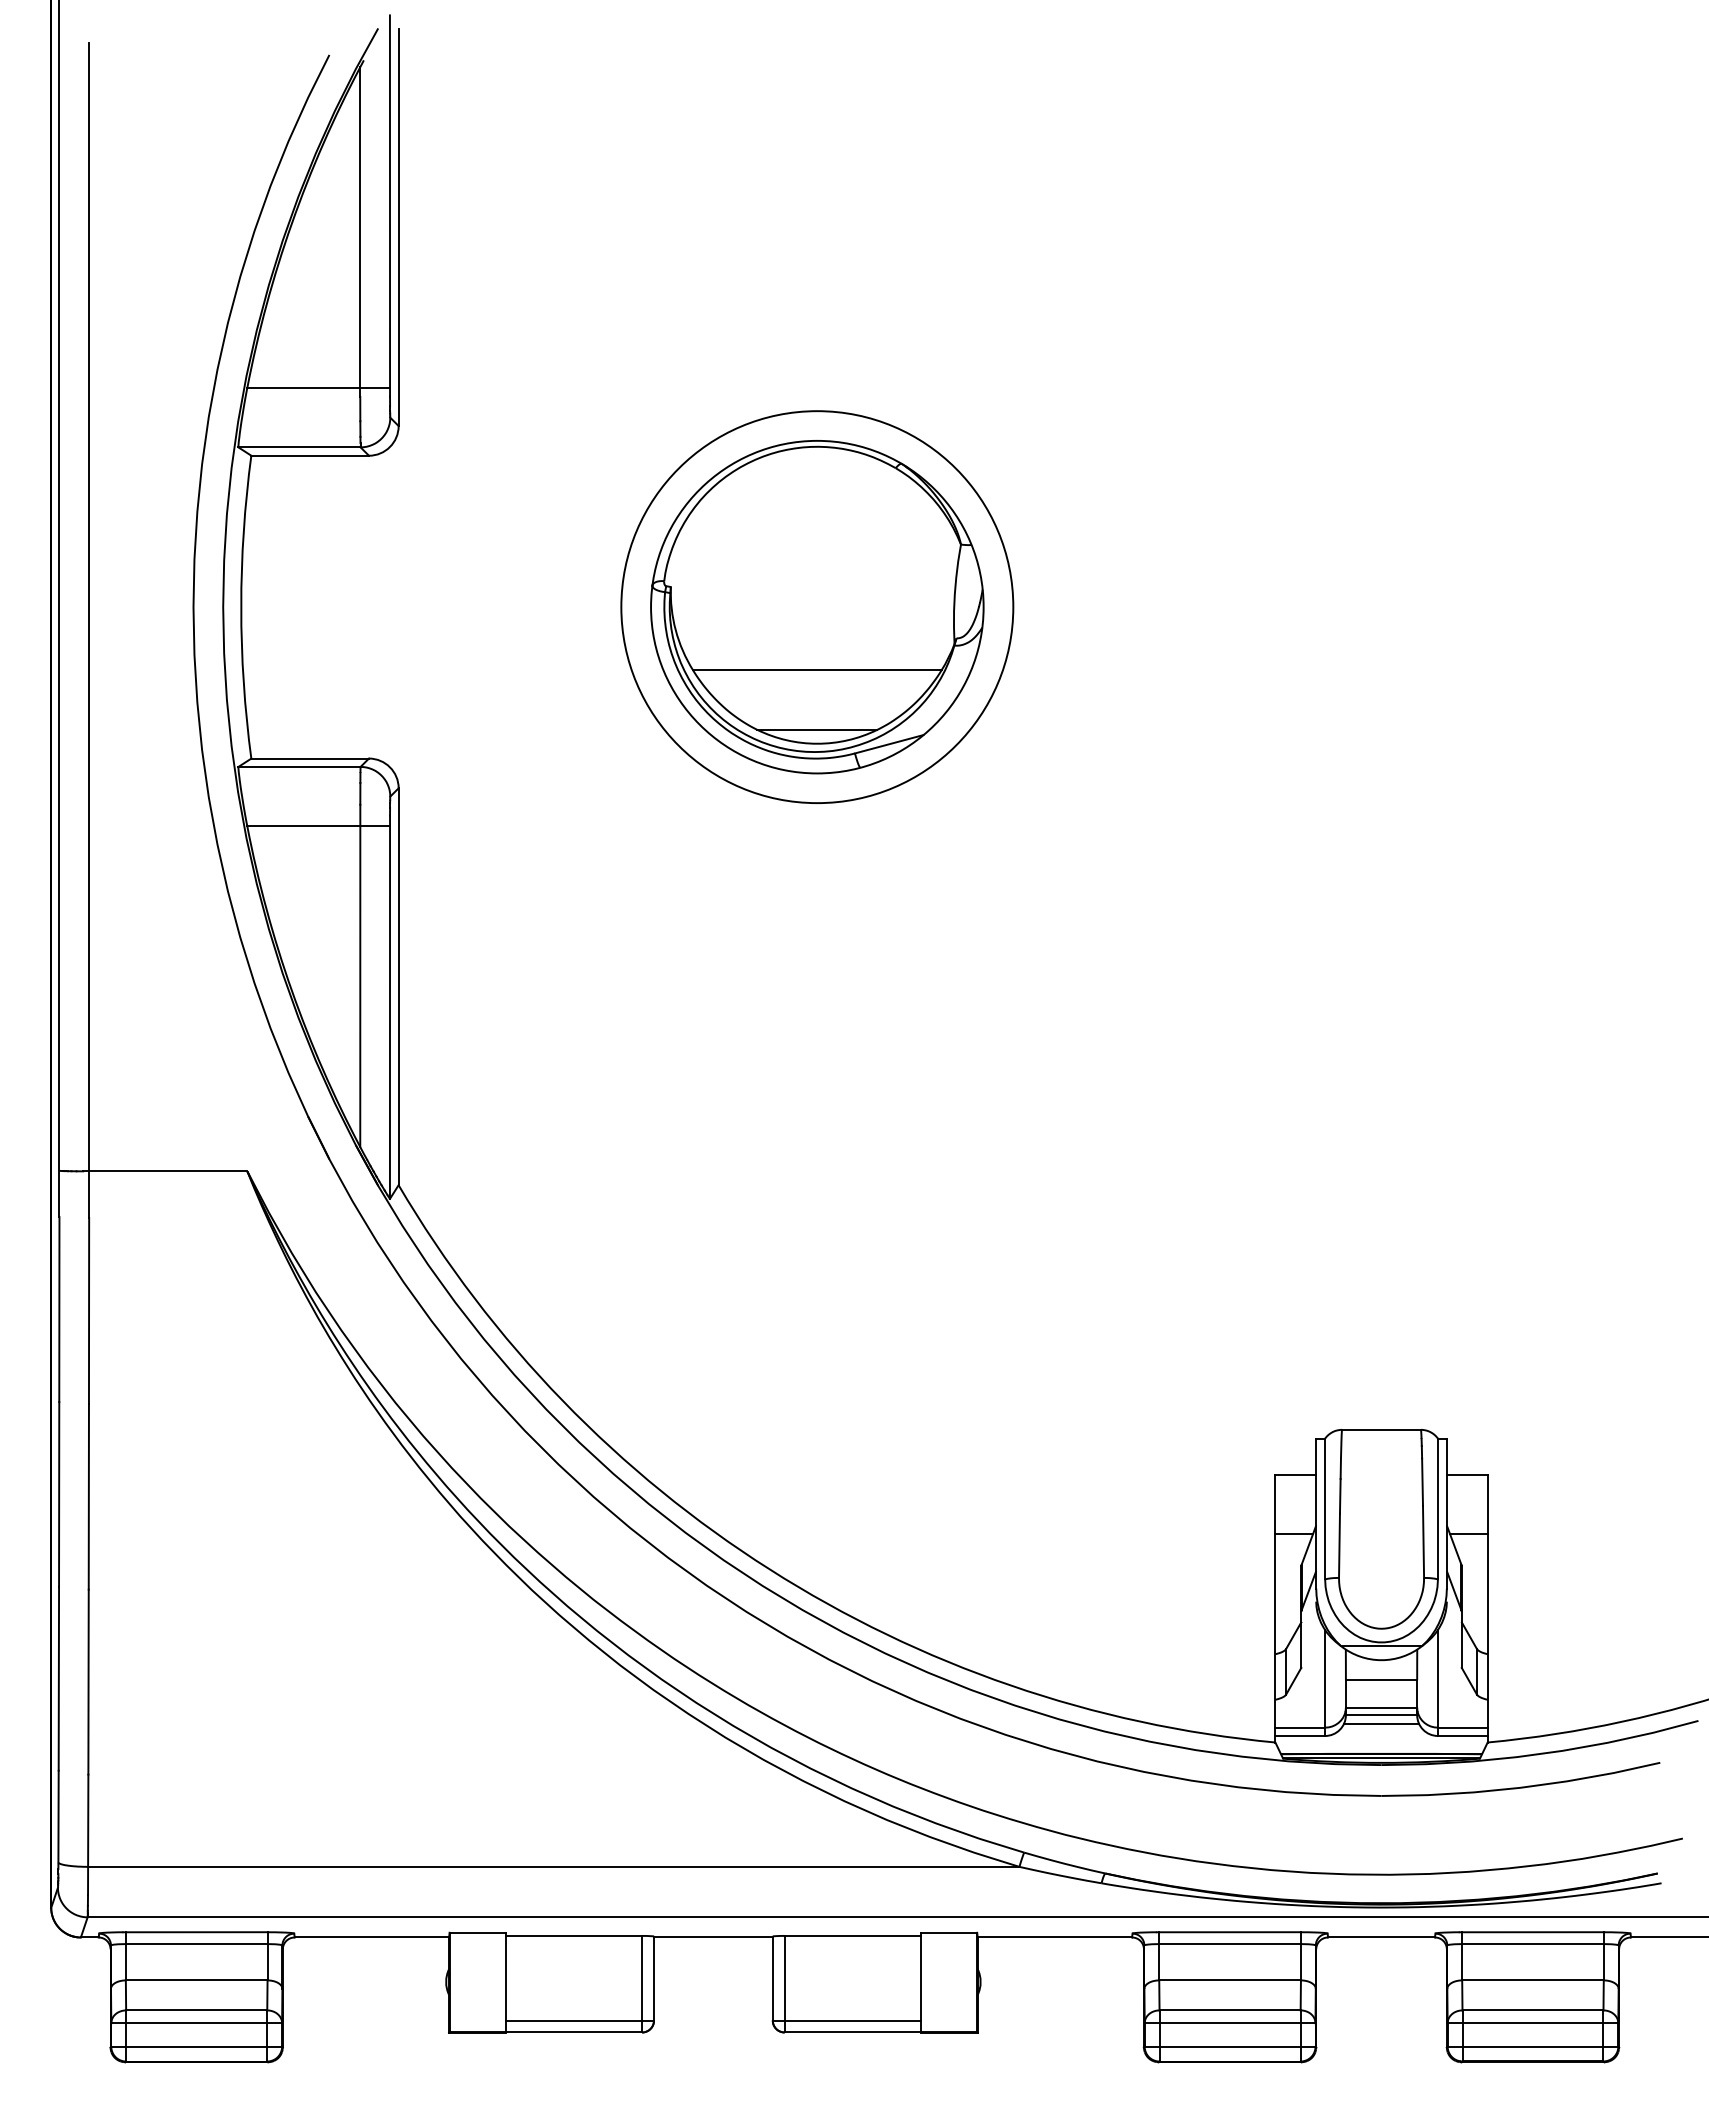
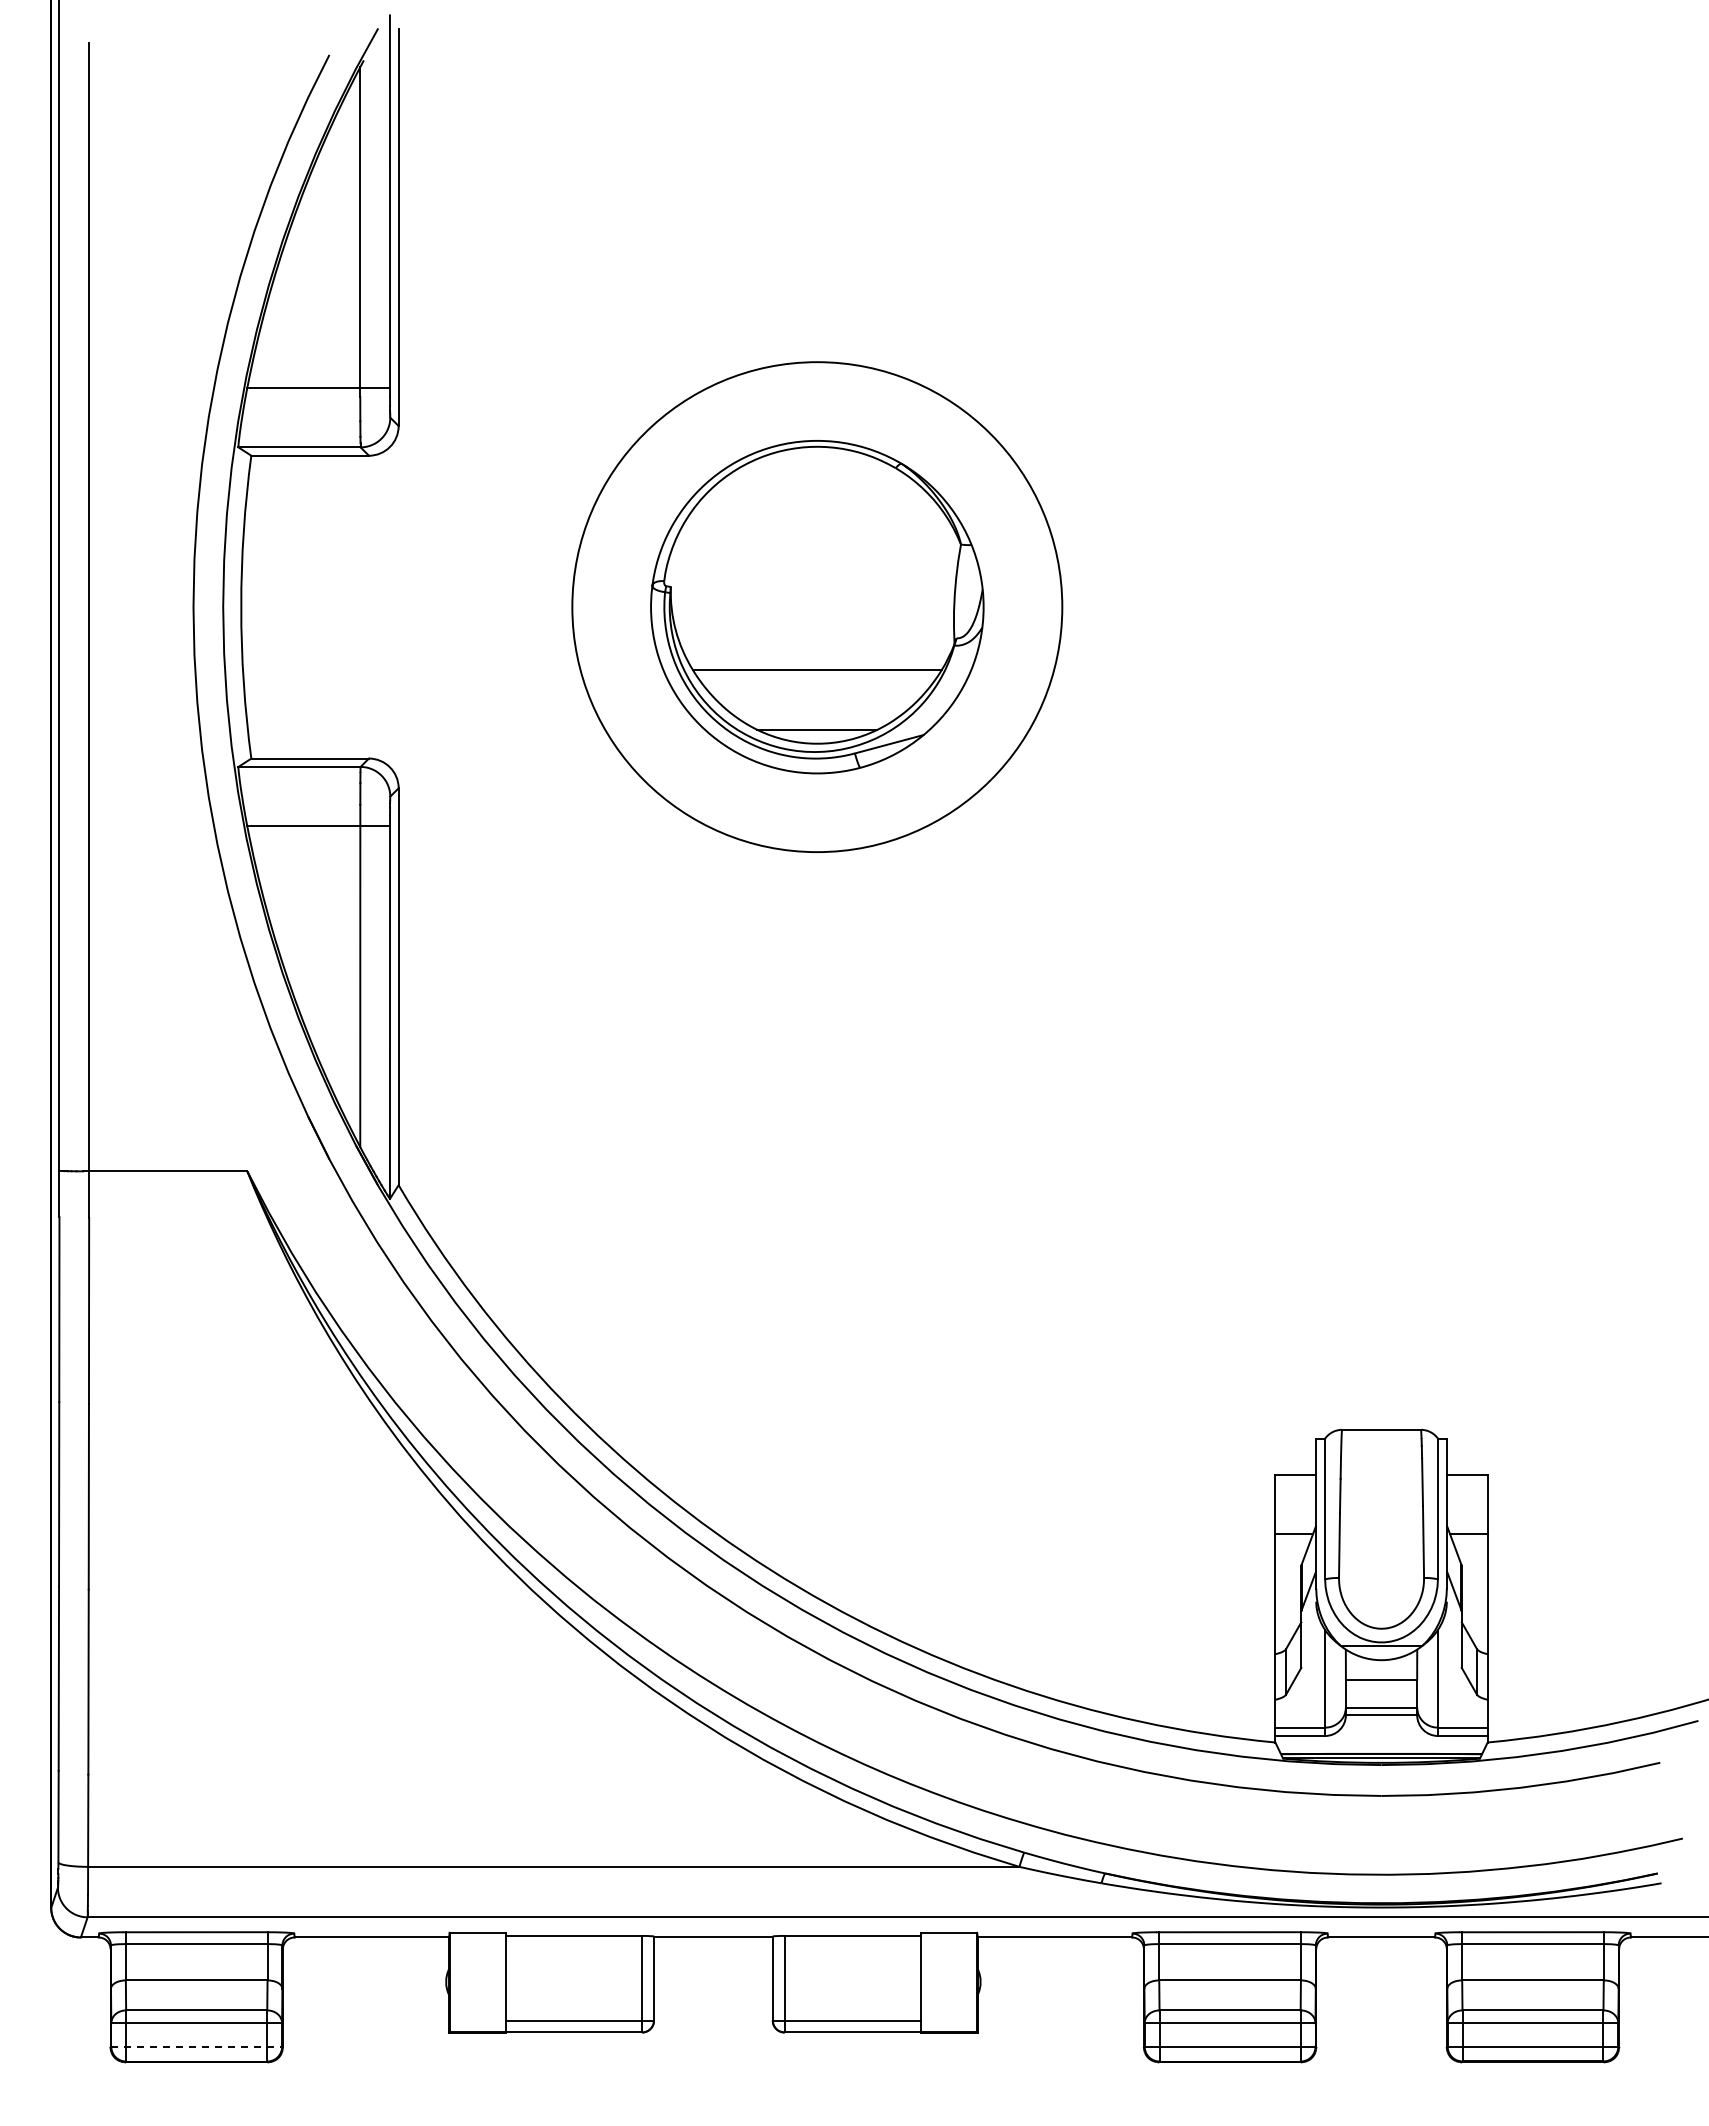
circle at (817, 607) diameter: 392 px -> 490 px
line at (1381, 1723): present -> none
line at (197, 2046): solid -> dashed
